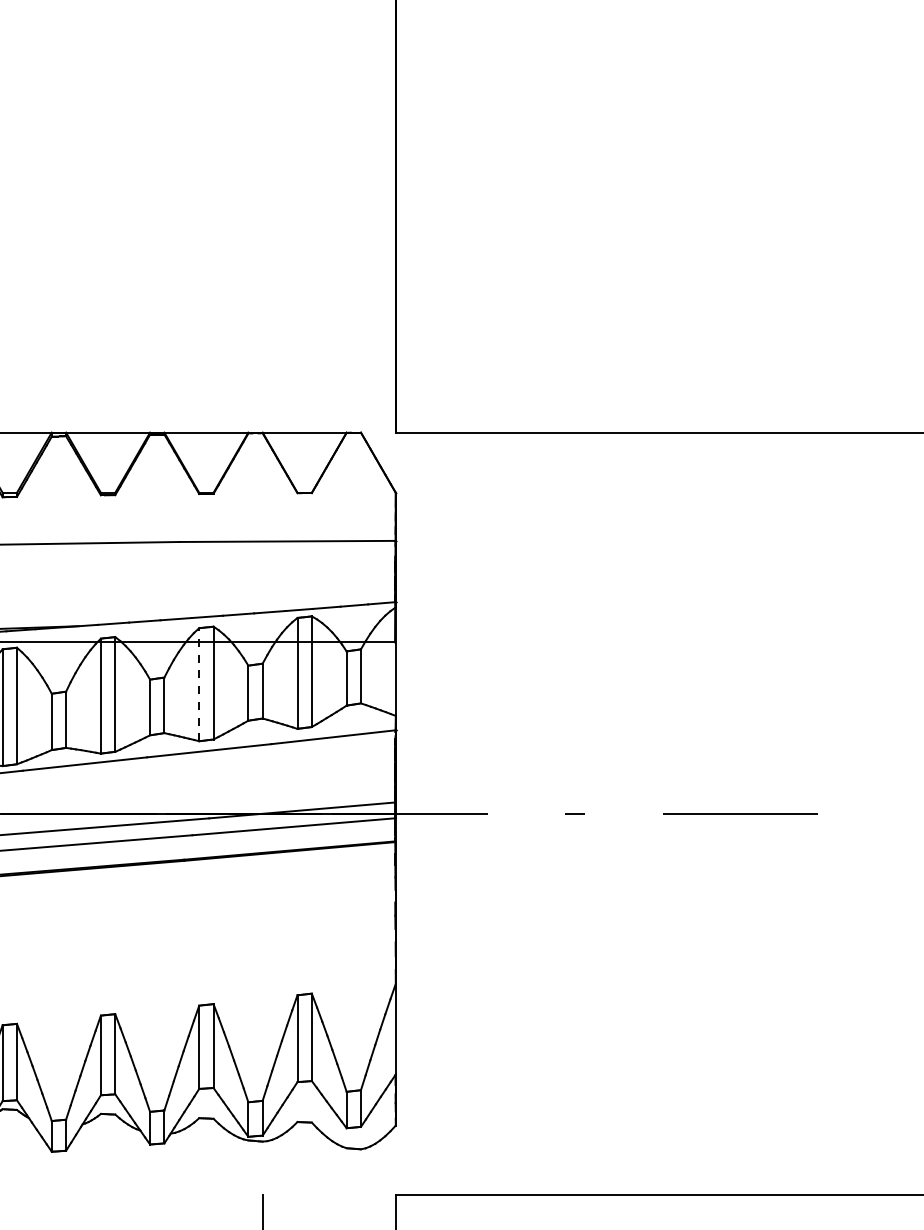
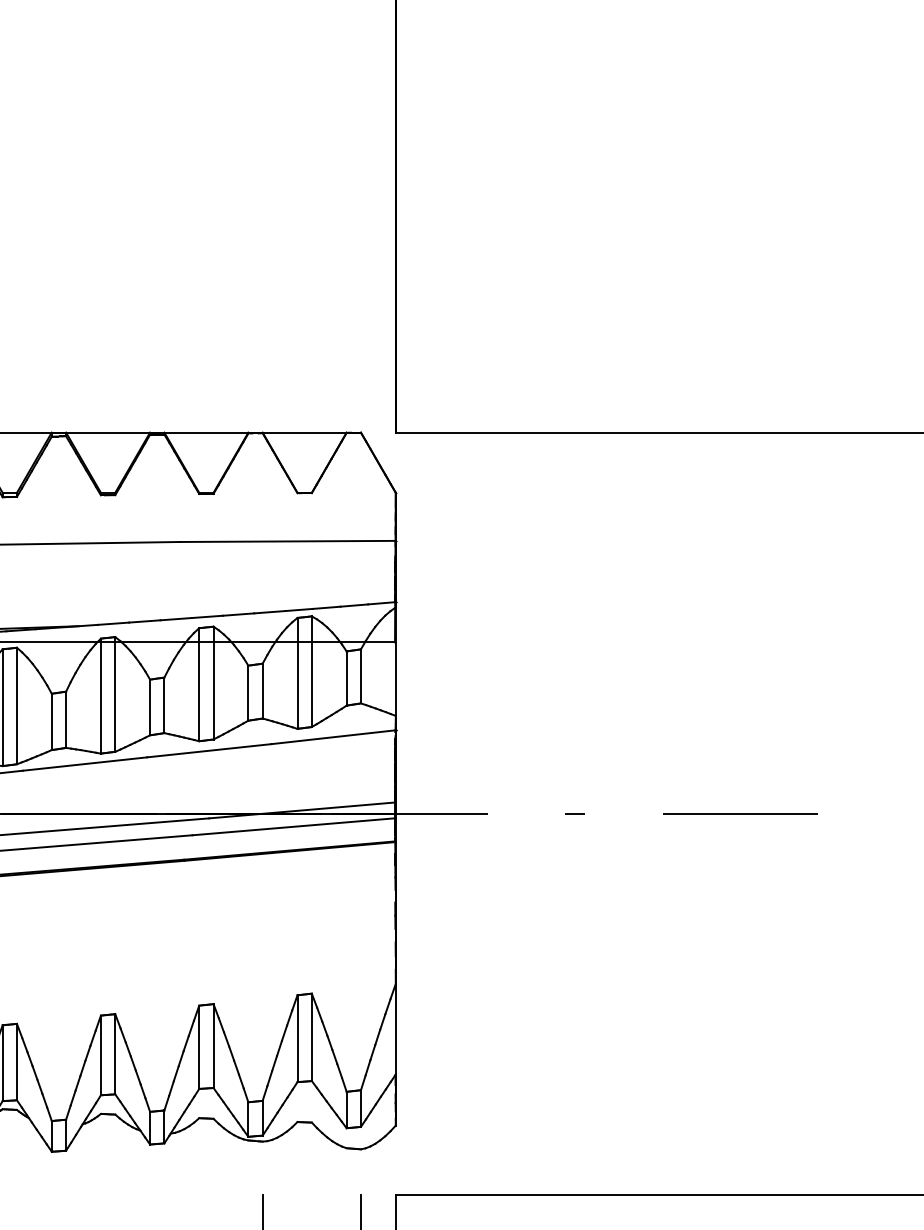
line at (199, 684): dashed -> solid
line at (360, 1210): none -> present
